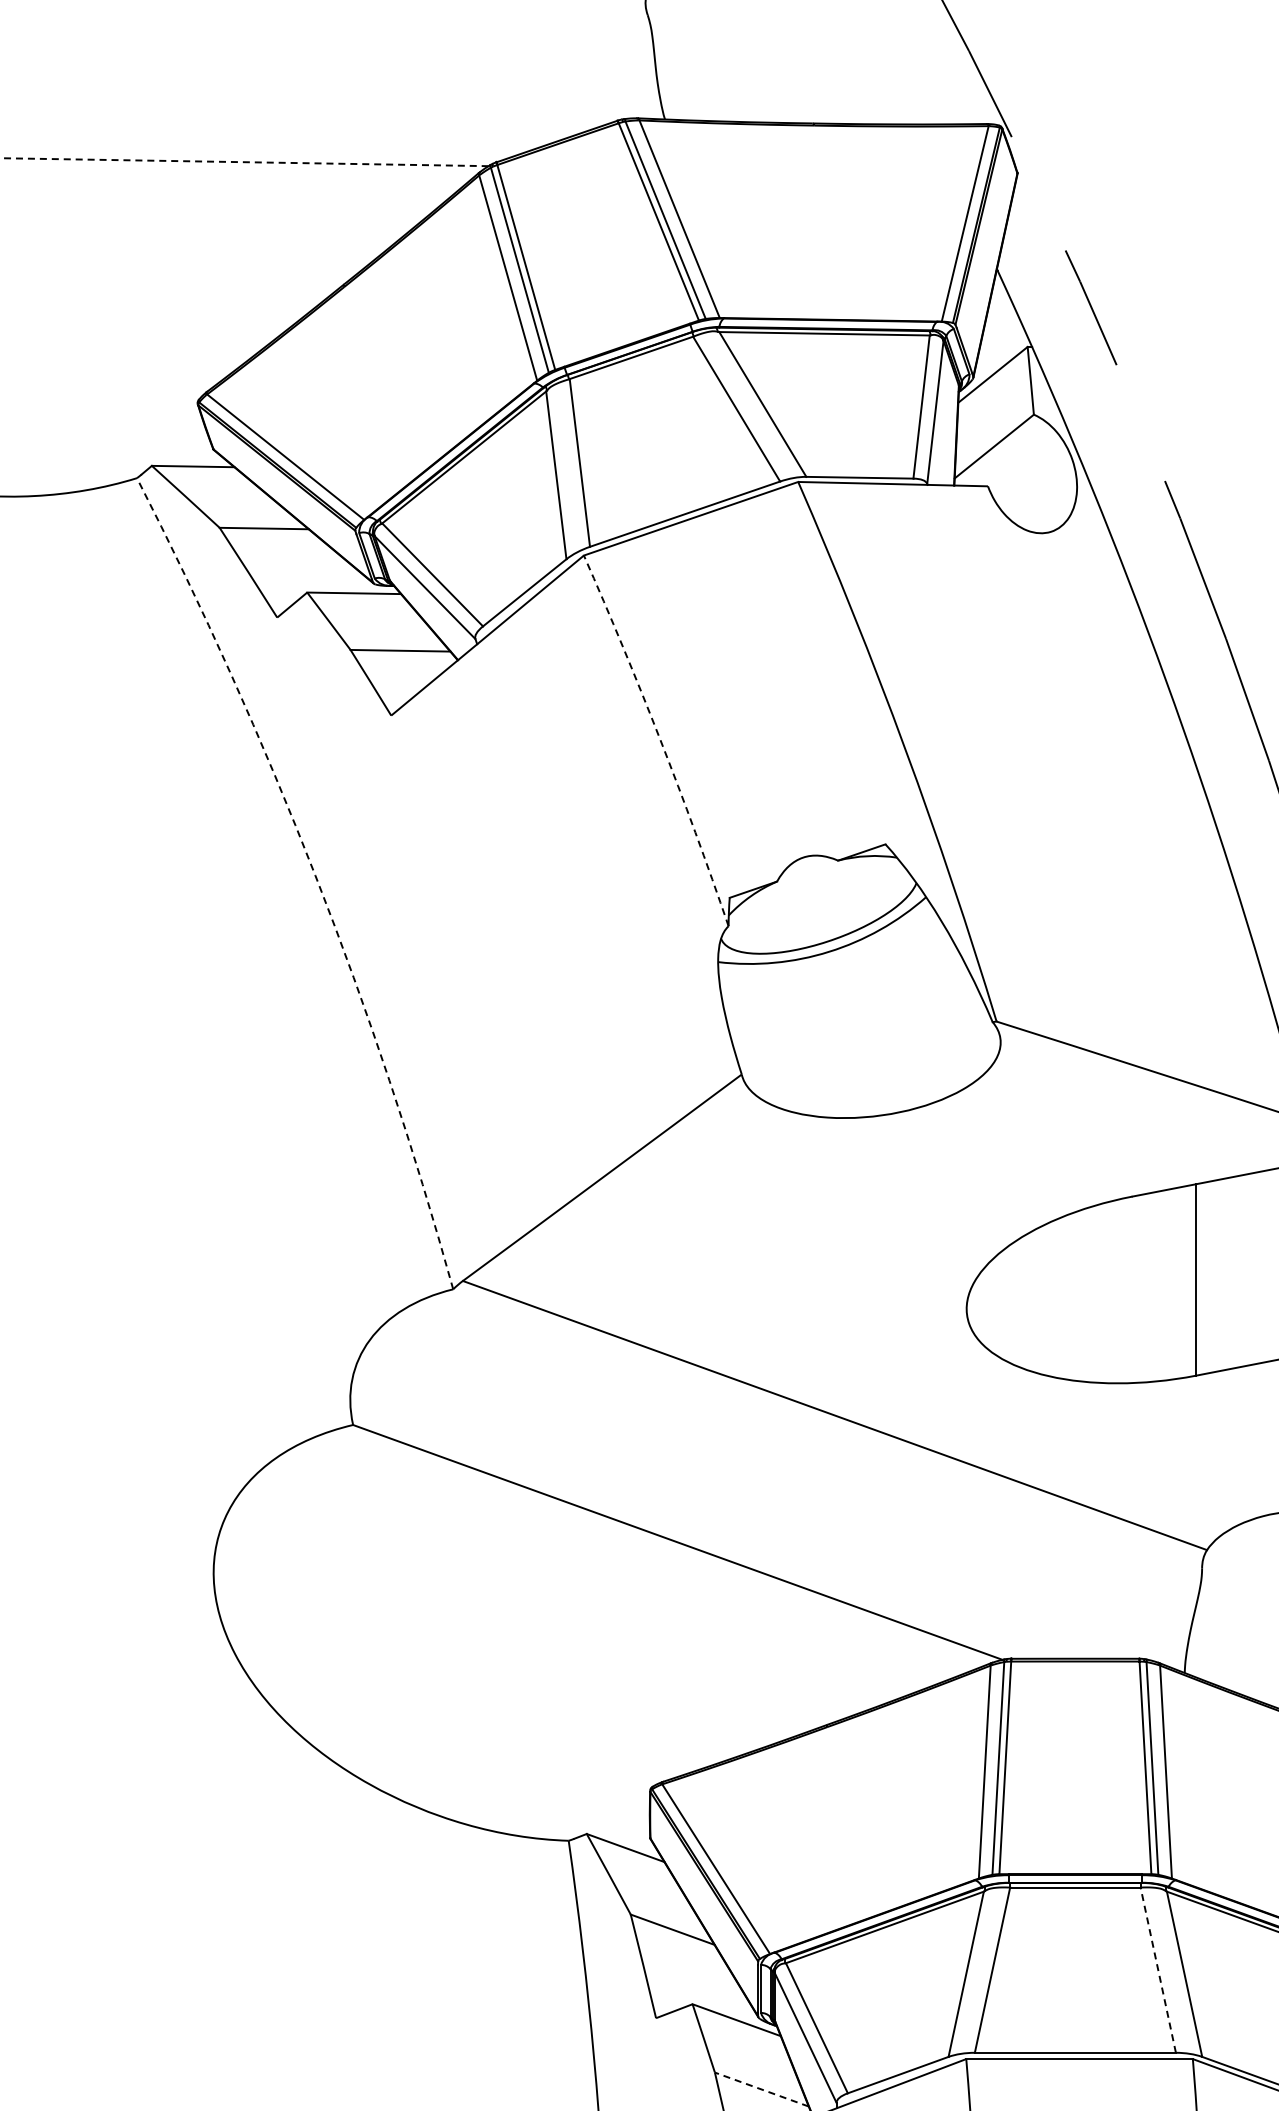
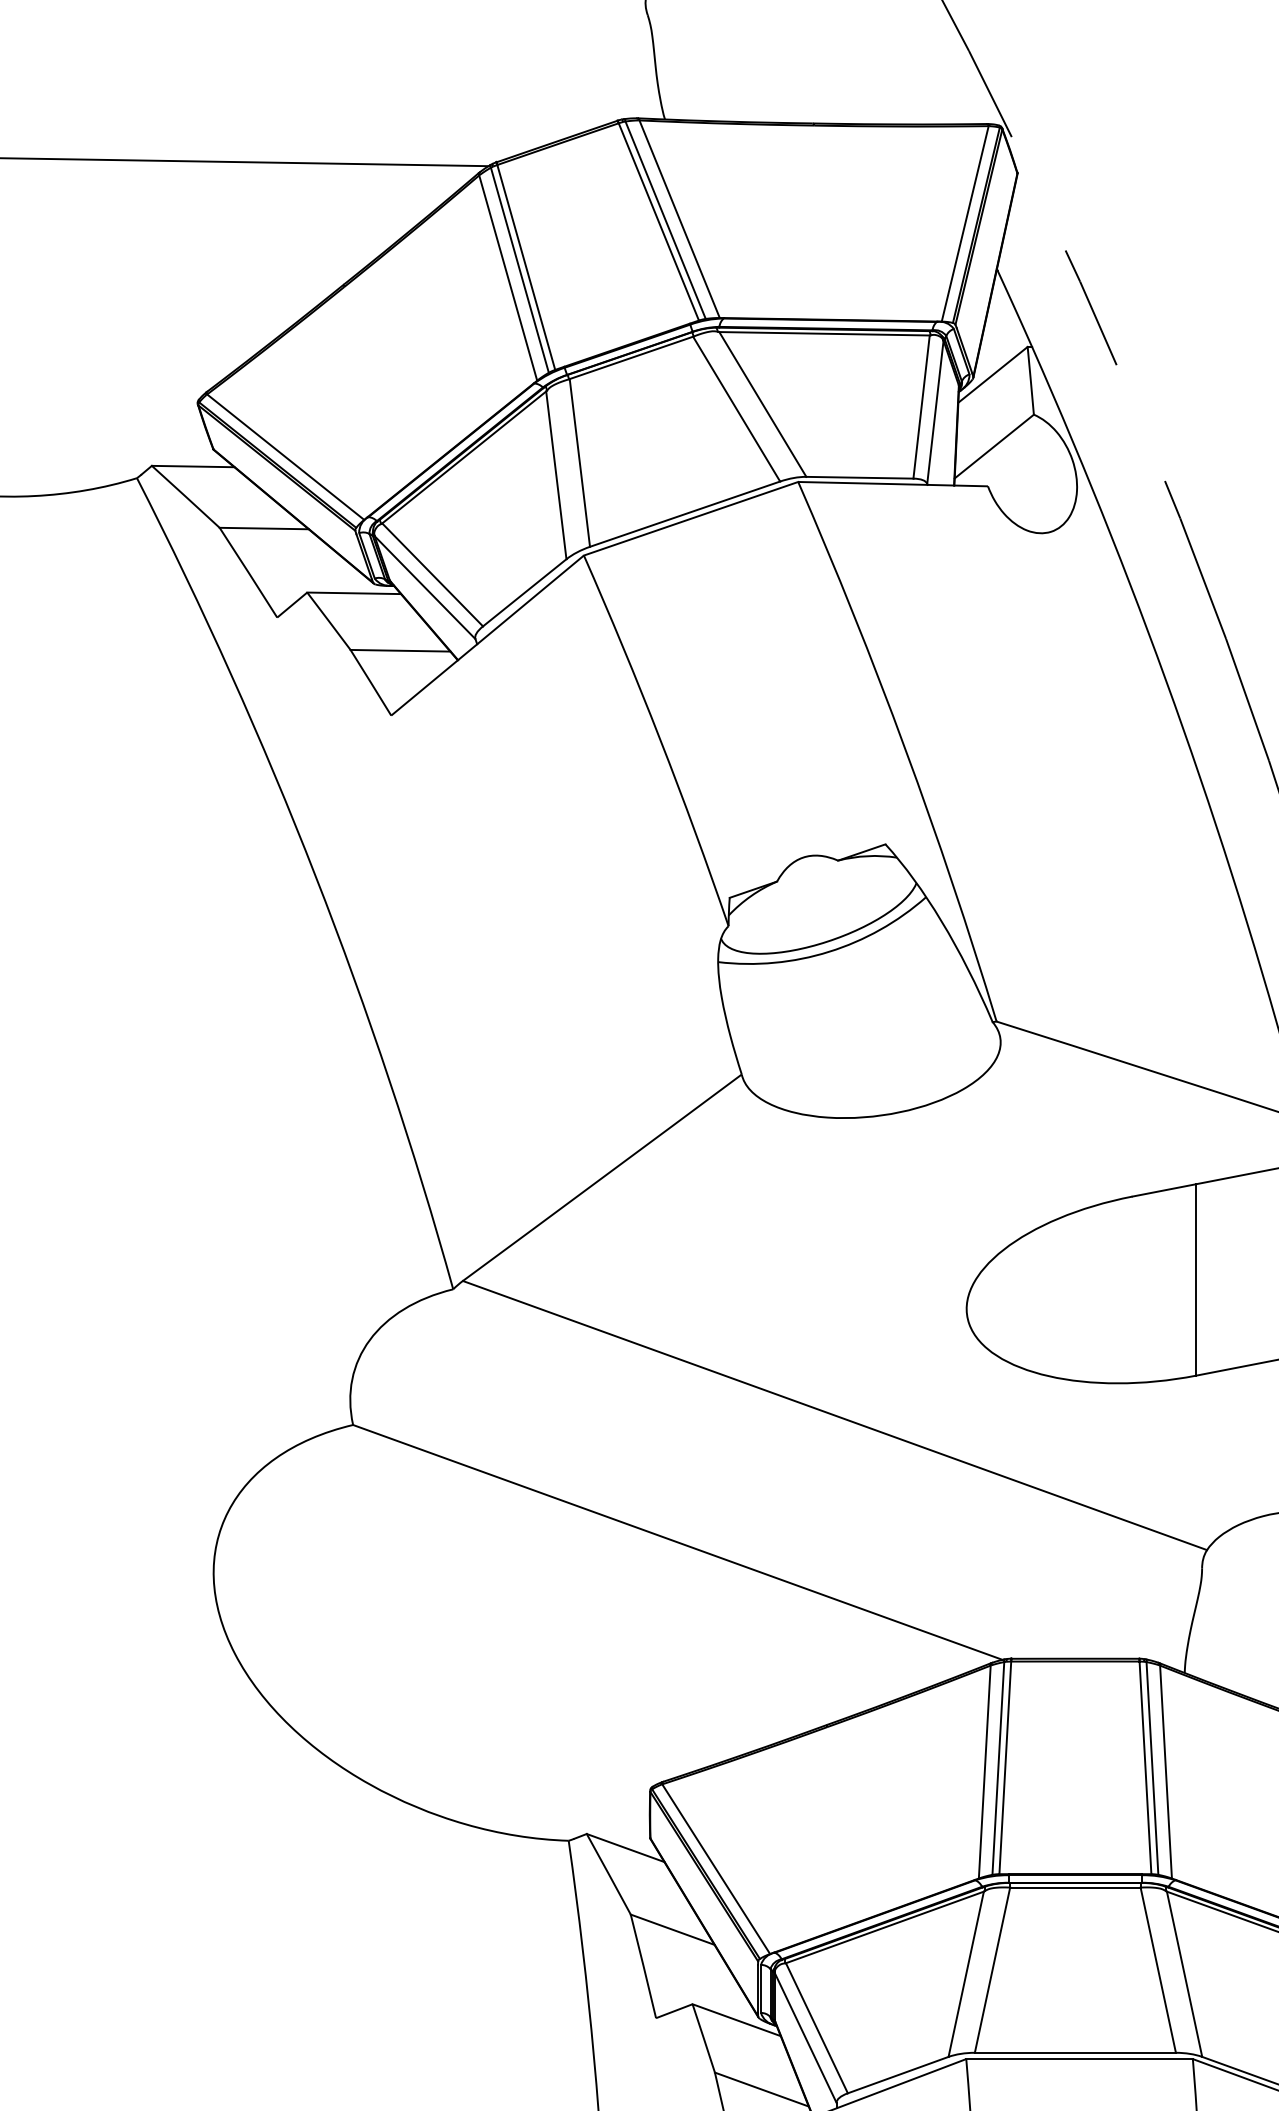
line at (244, 162): dashed -> solid
arc at (660, 739): dashed -> solid
arc at (315, 875): dashed -> solid
line at (1158, 1969): dashed -> solid
line at (761, 2089): dashed -> solid
